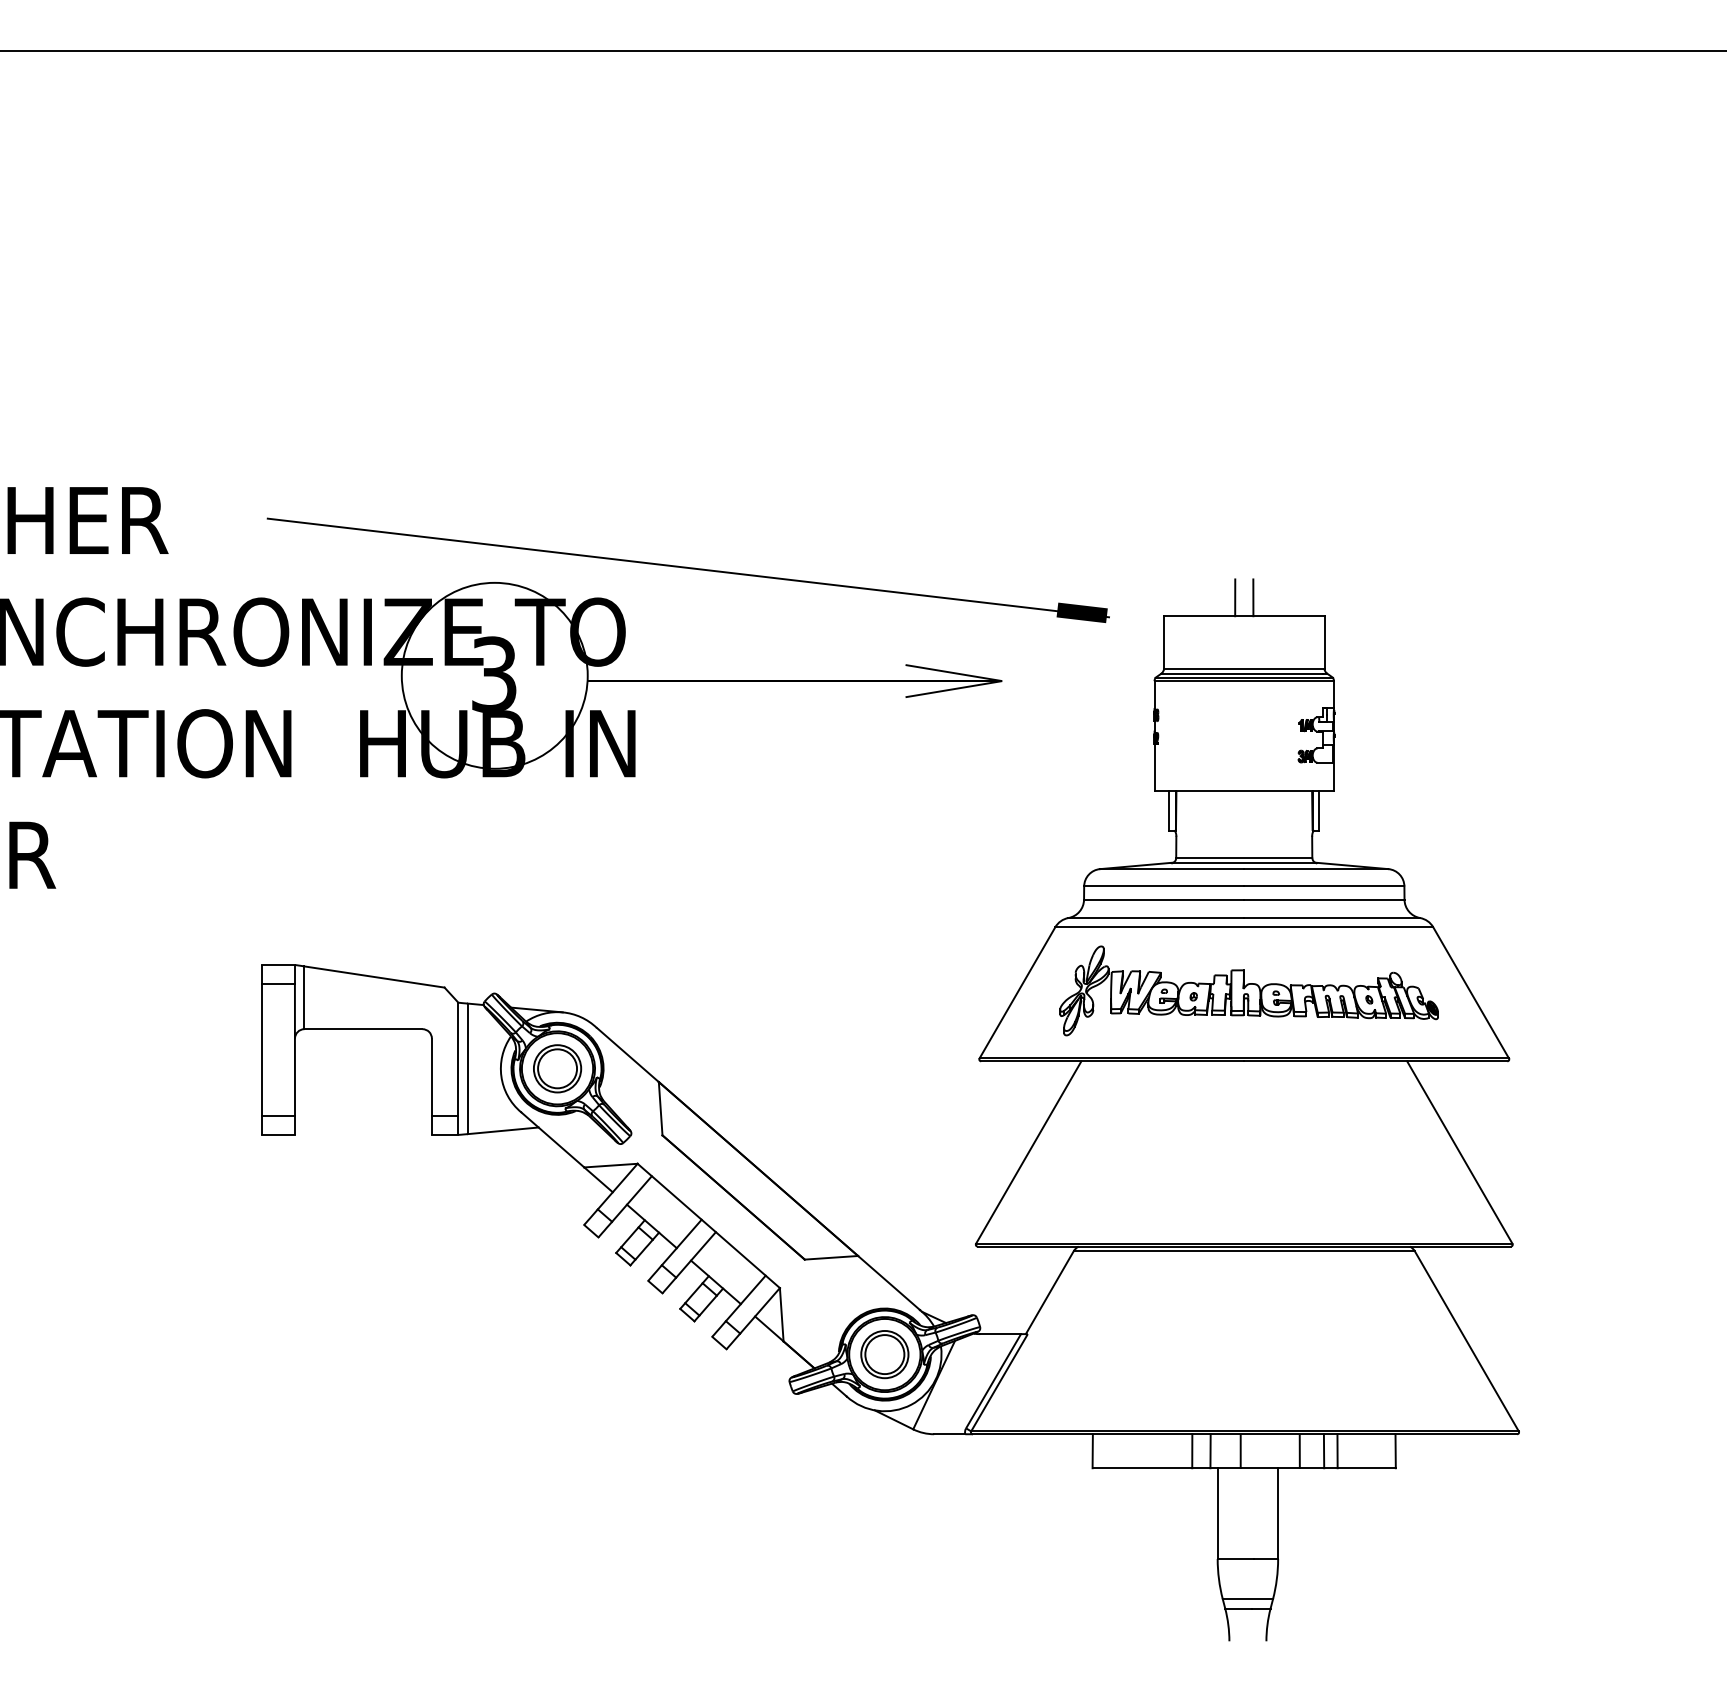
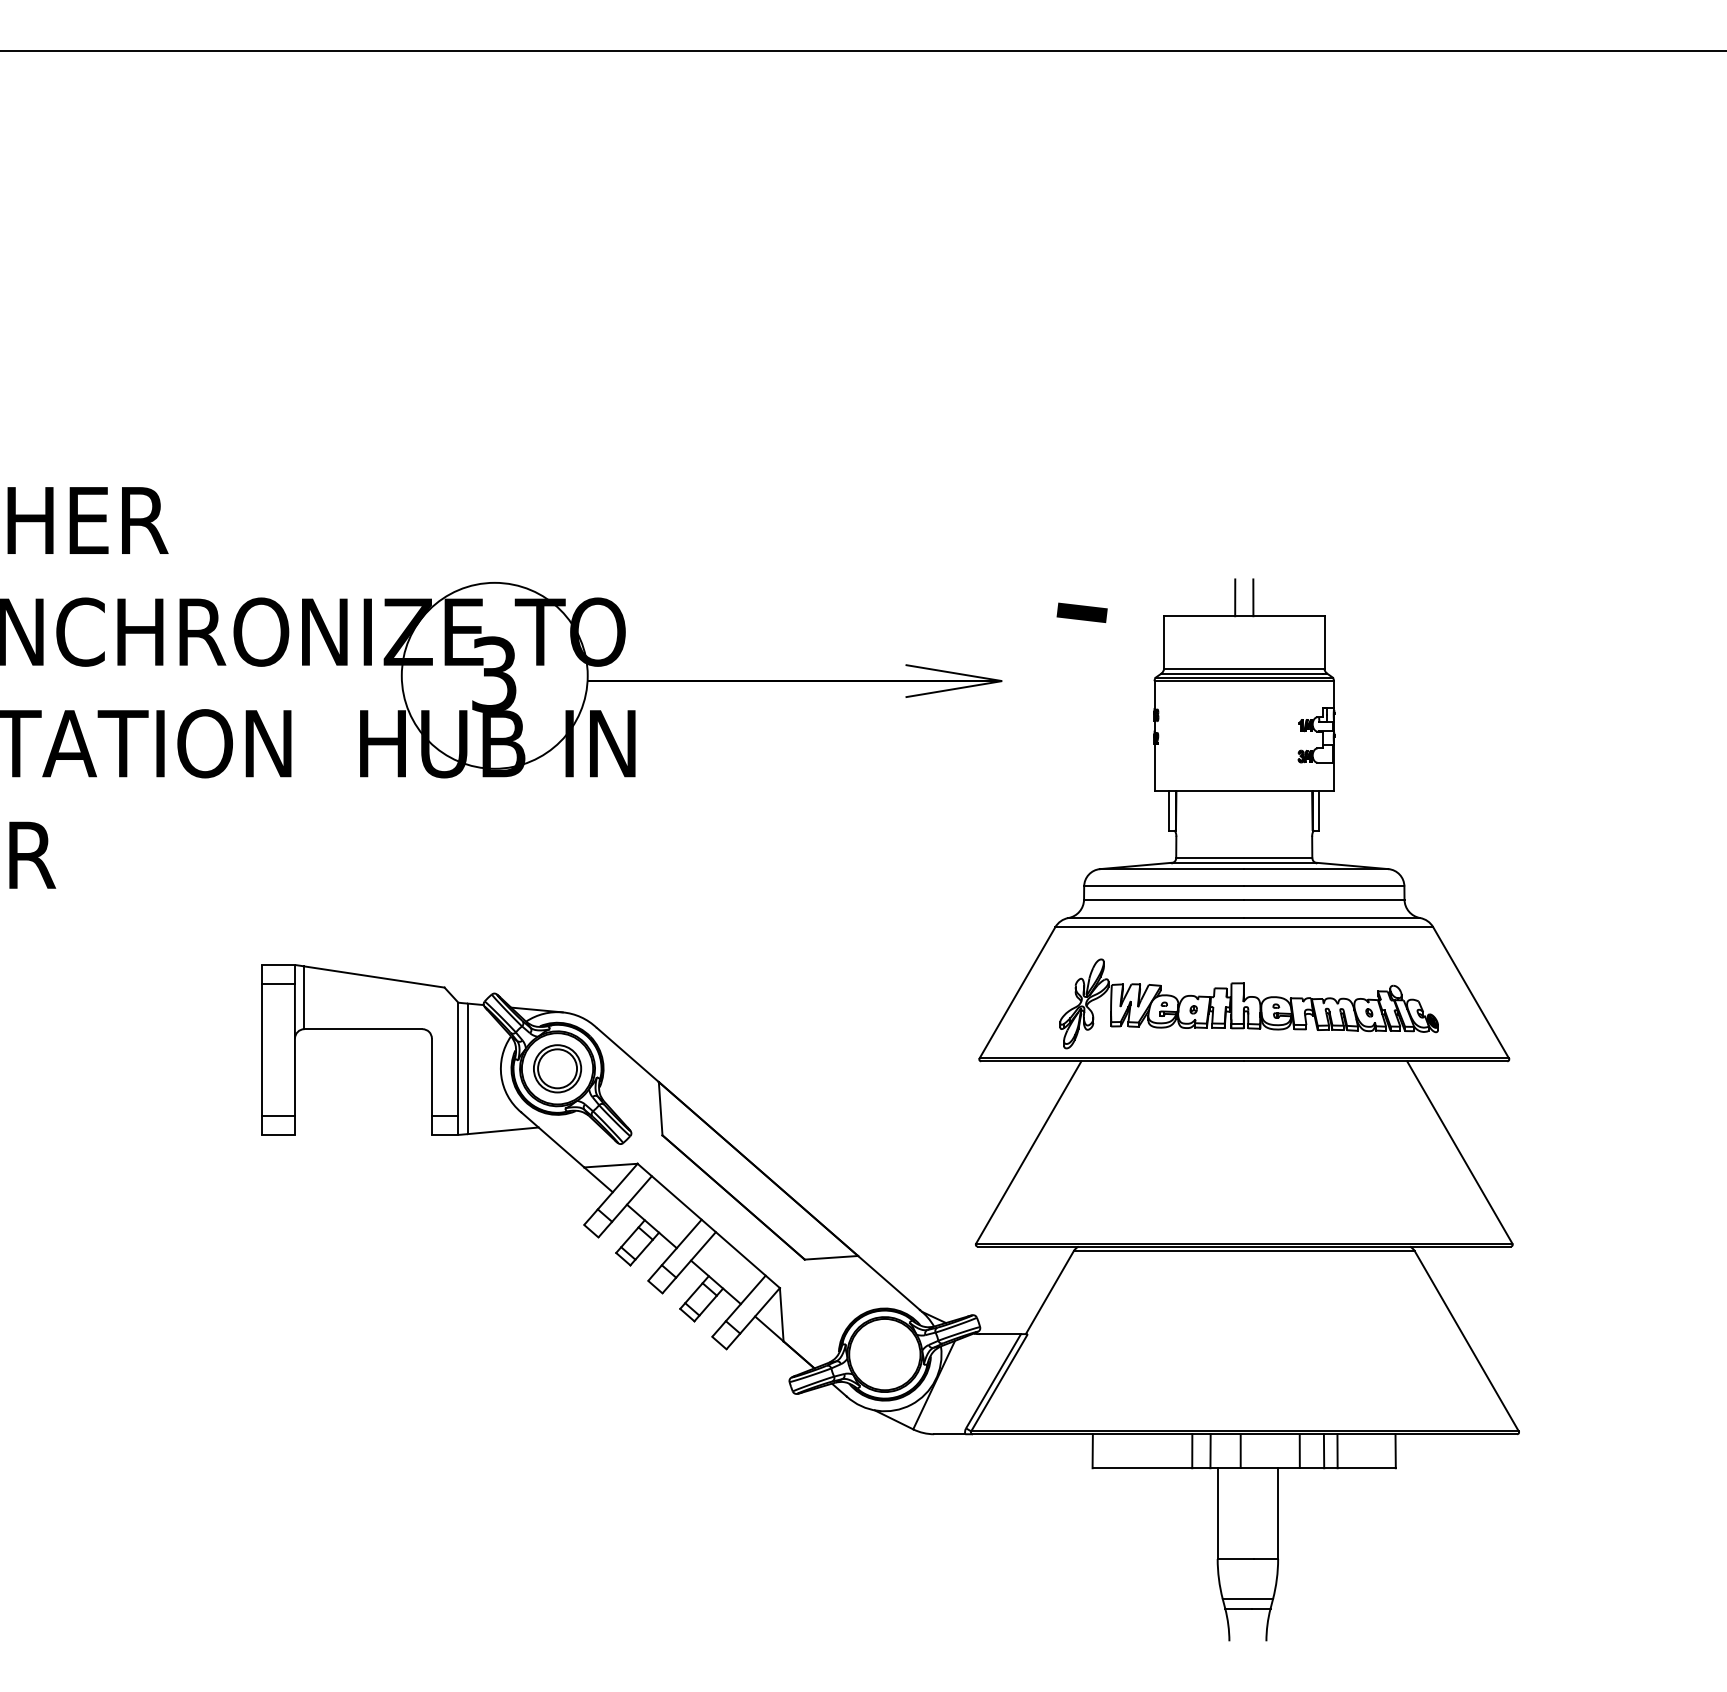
line at (688, 567): present -> none
part at (1248, 990) position: (1248, 990) -> (1248, 1003)
part at (884, 1354): present -> none
